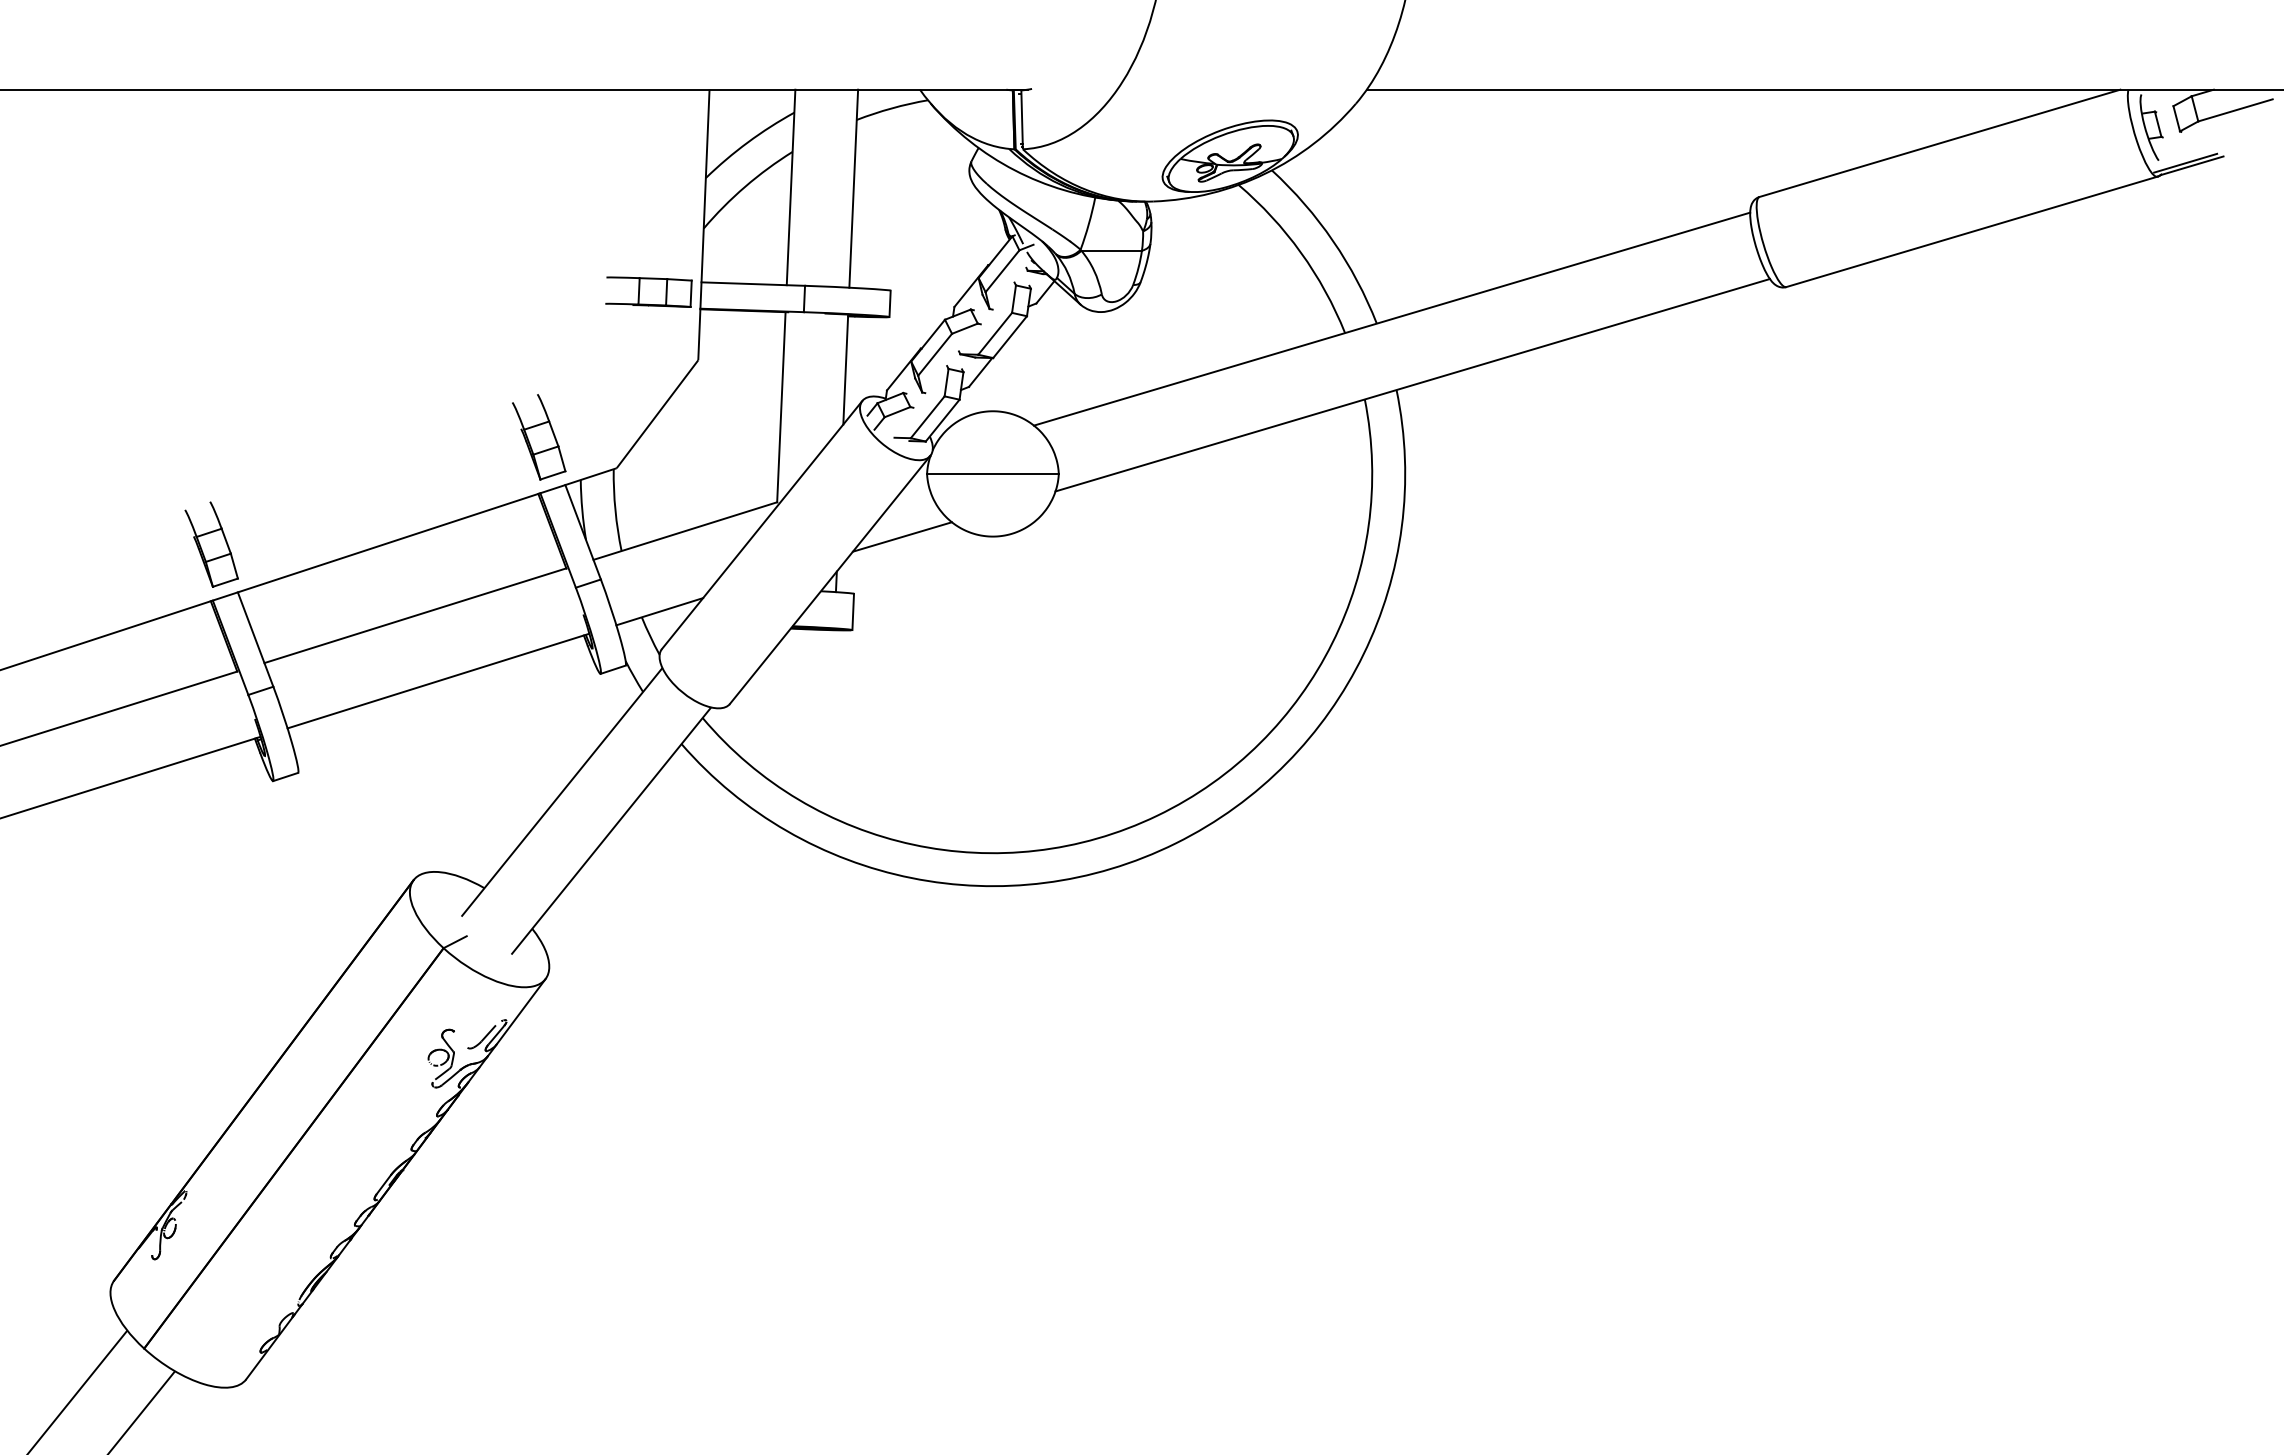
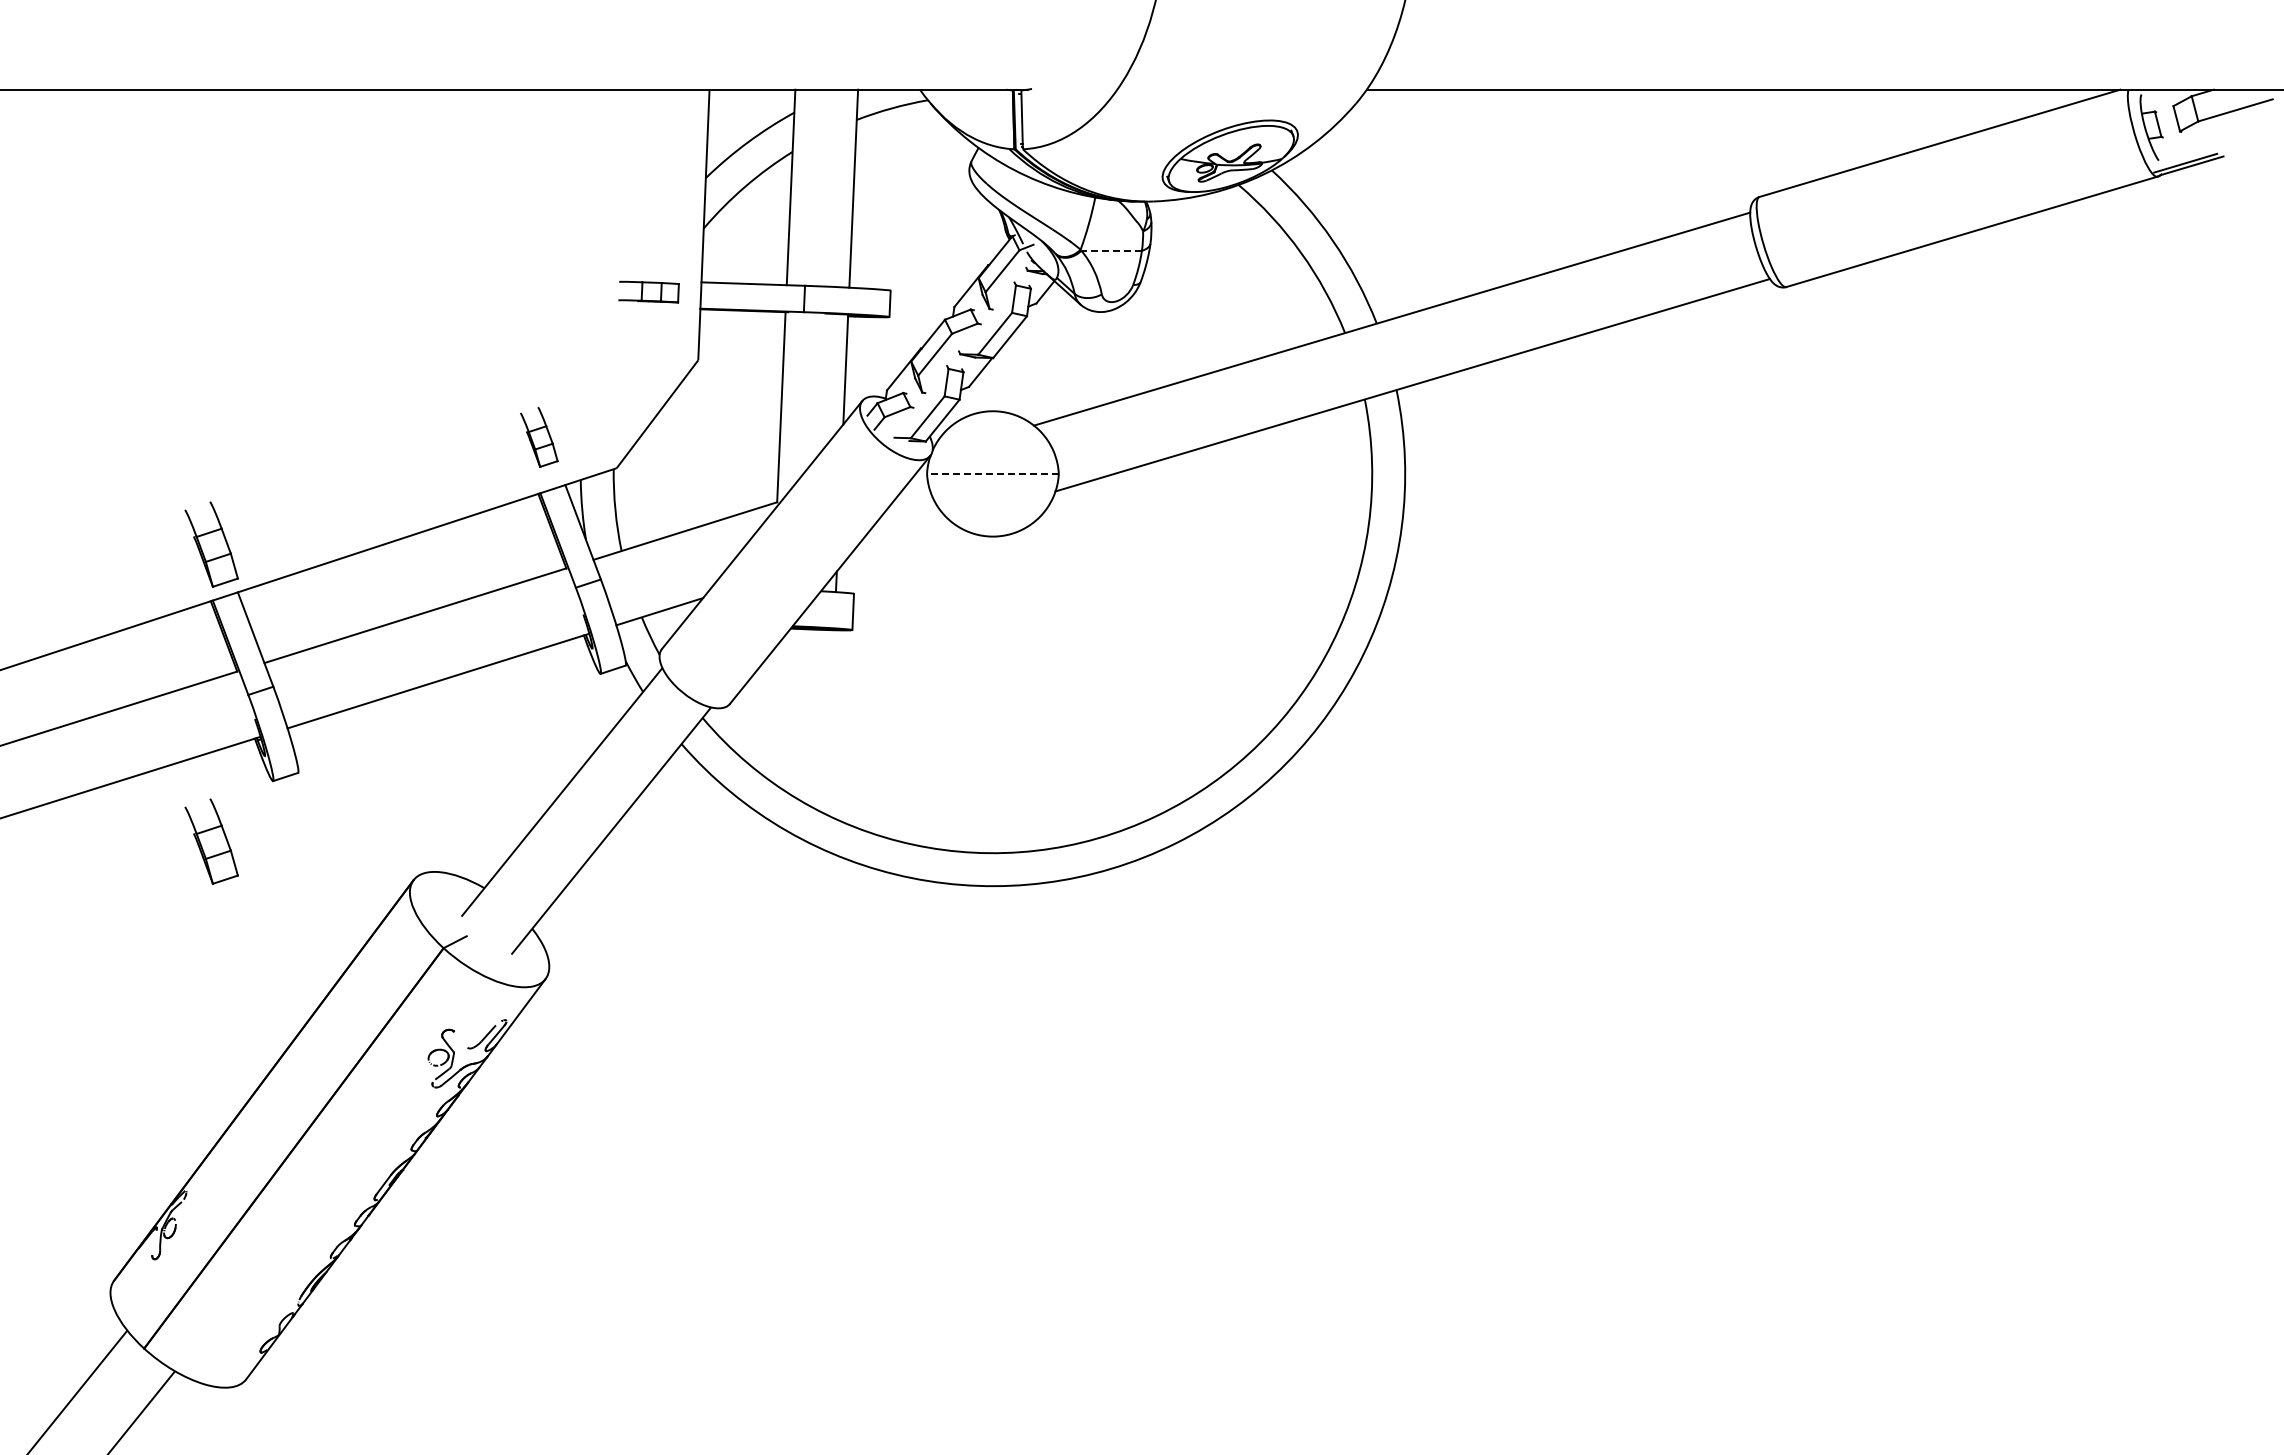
line at (1111, 250): solid -> dashed
part at (648, 291) size: 88x32 px -> 62x24 px
part at (539, 437) size: 55x87 px -> 39x61 px
line at (992, 473): solid -> dashed
line at (901, 536): present -> none
part at (211, 841): none -> present
